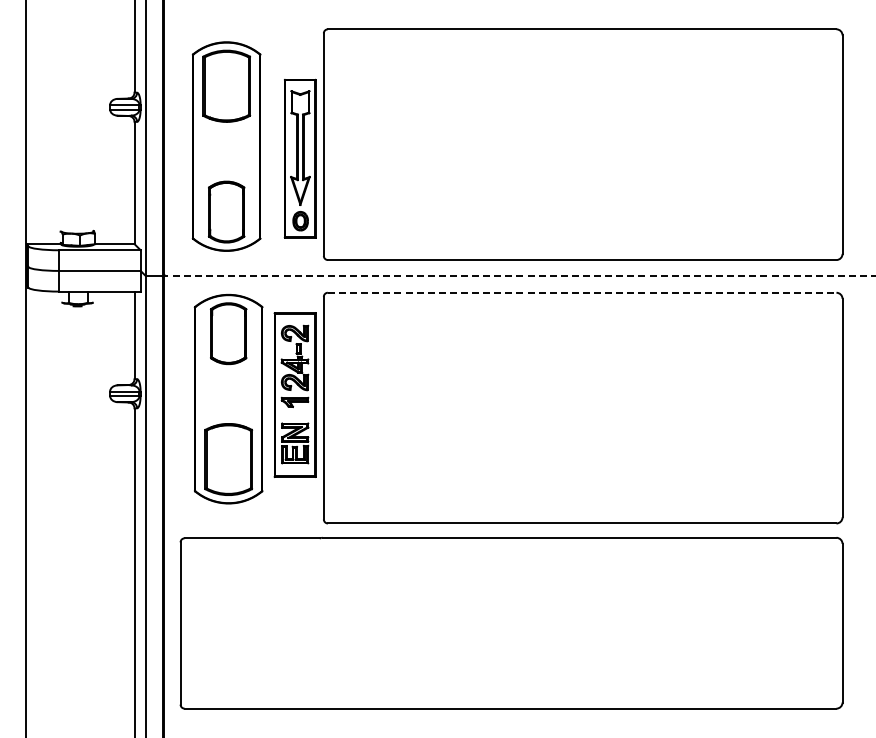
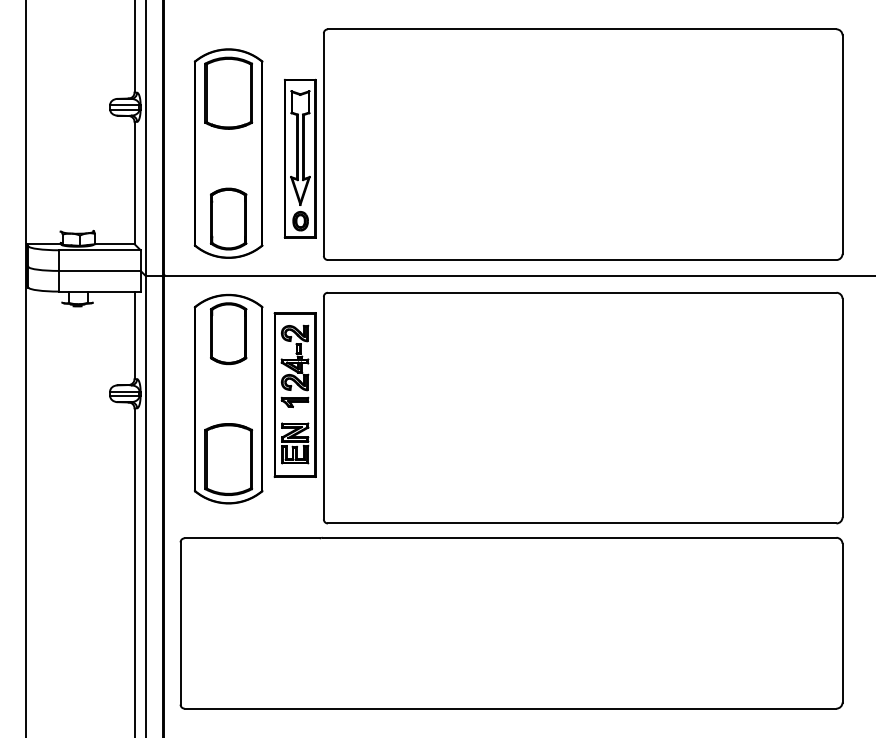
part at (226, 146) position: (226, 146) -> (228, 153)
line at (519, 276): dashed -> solid
line at (582, 292): dashed -> solid
